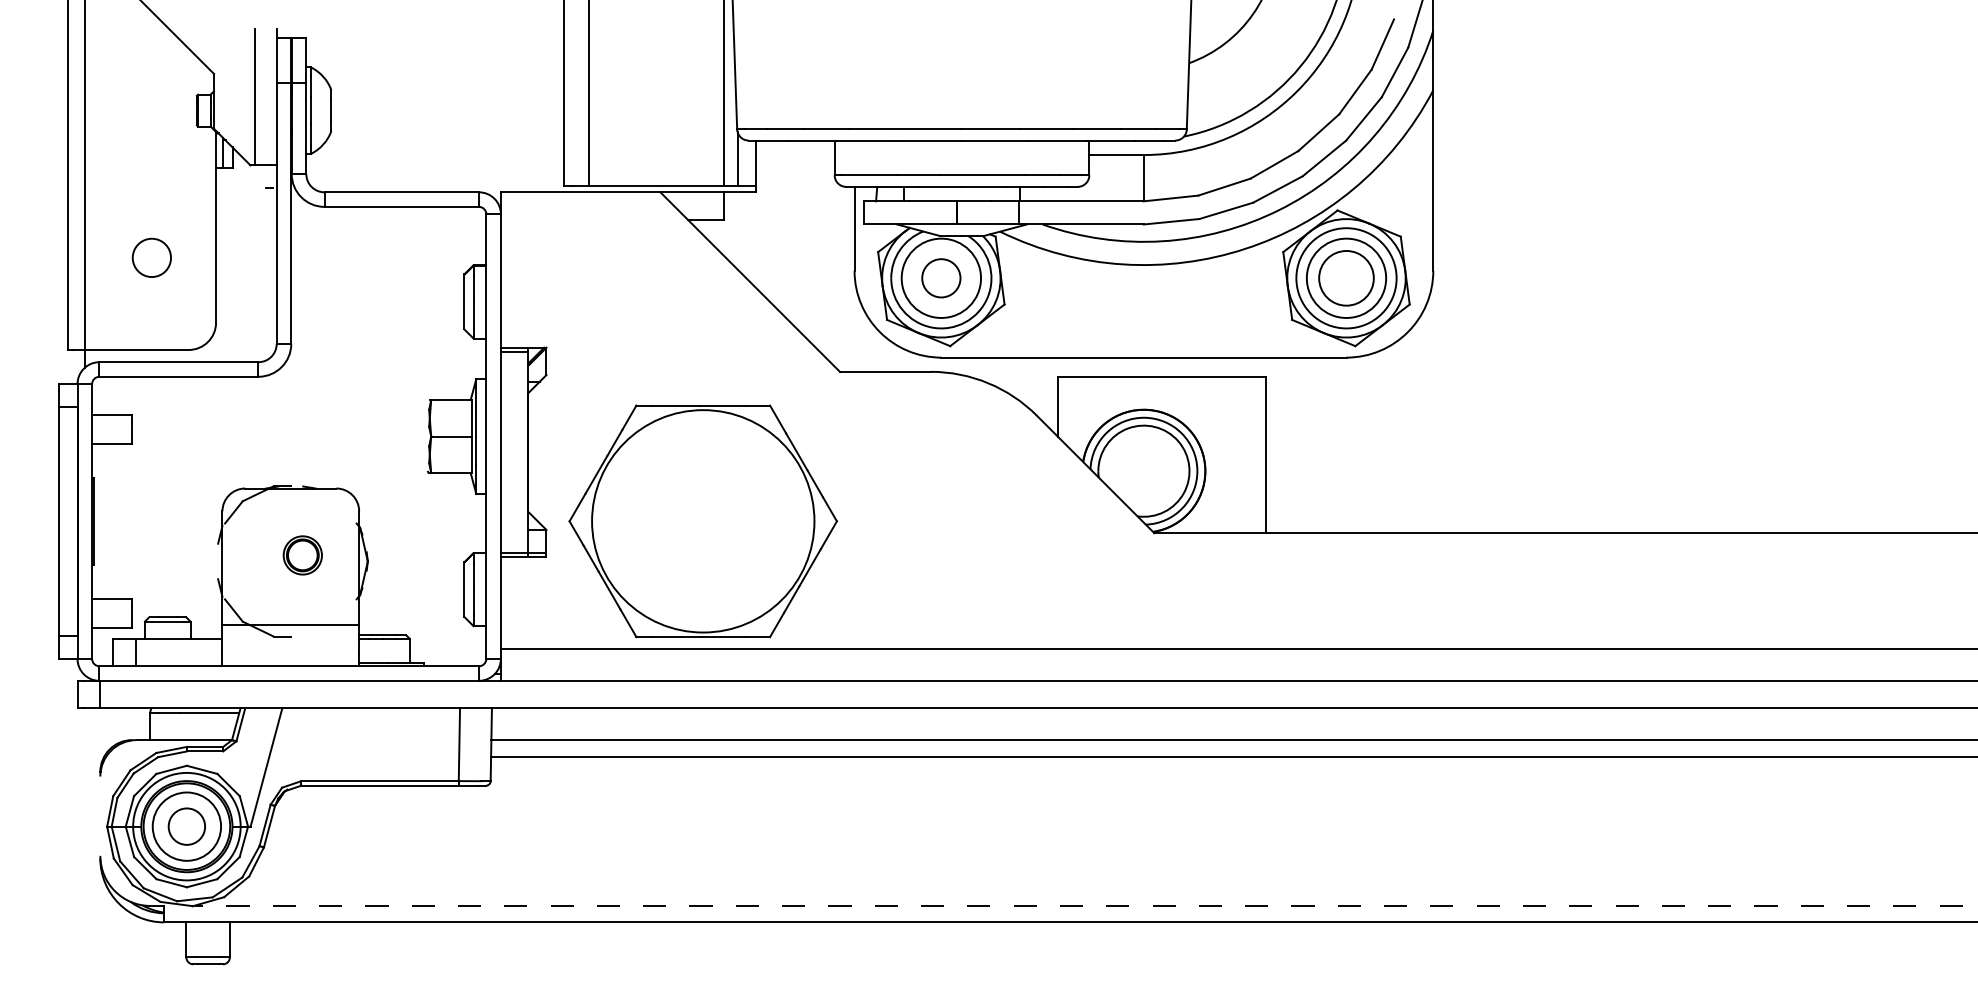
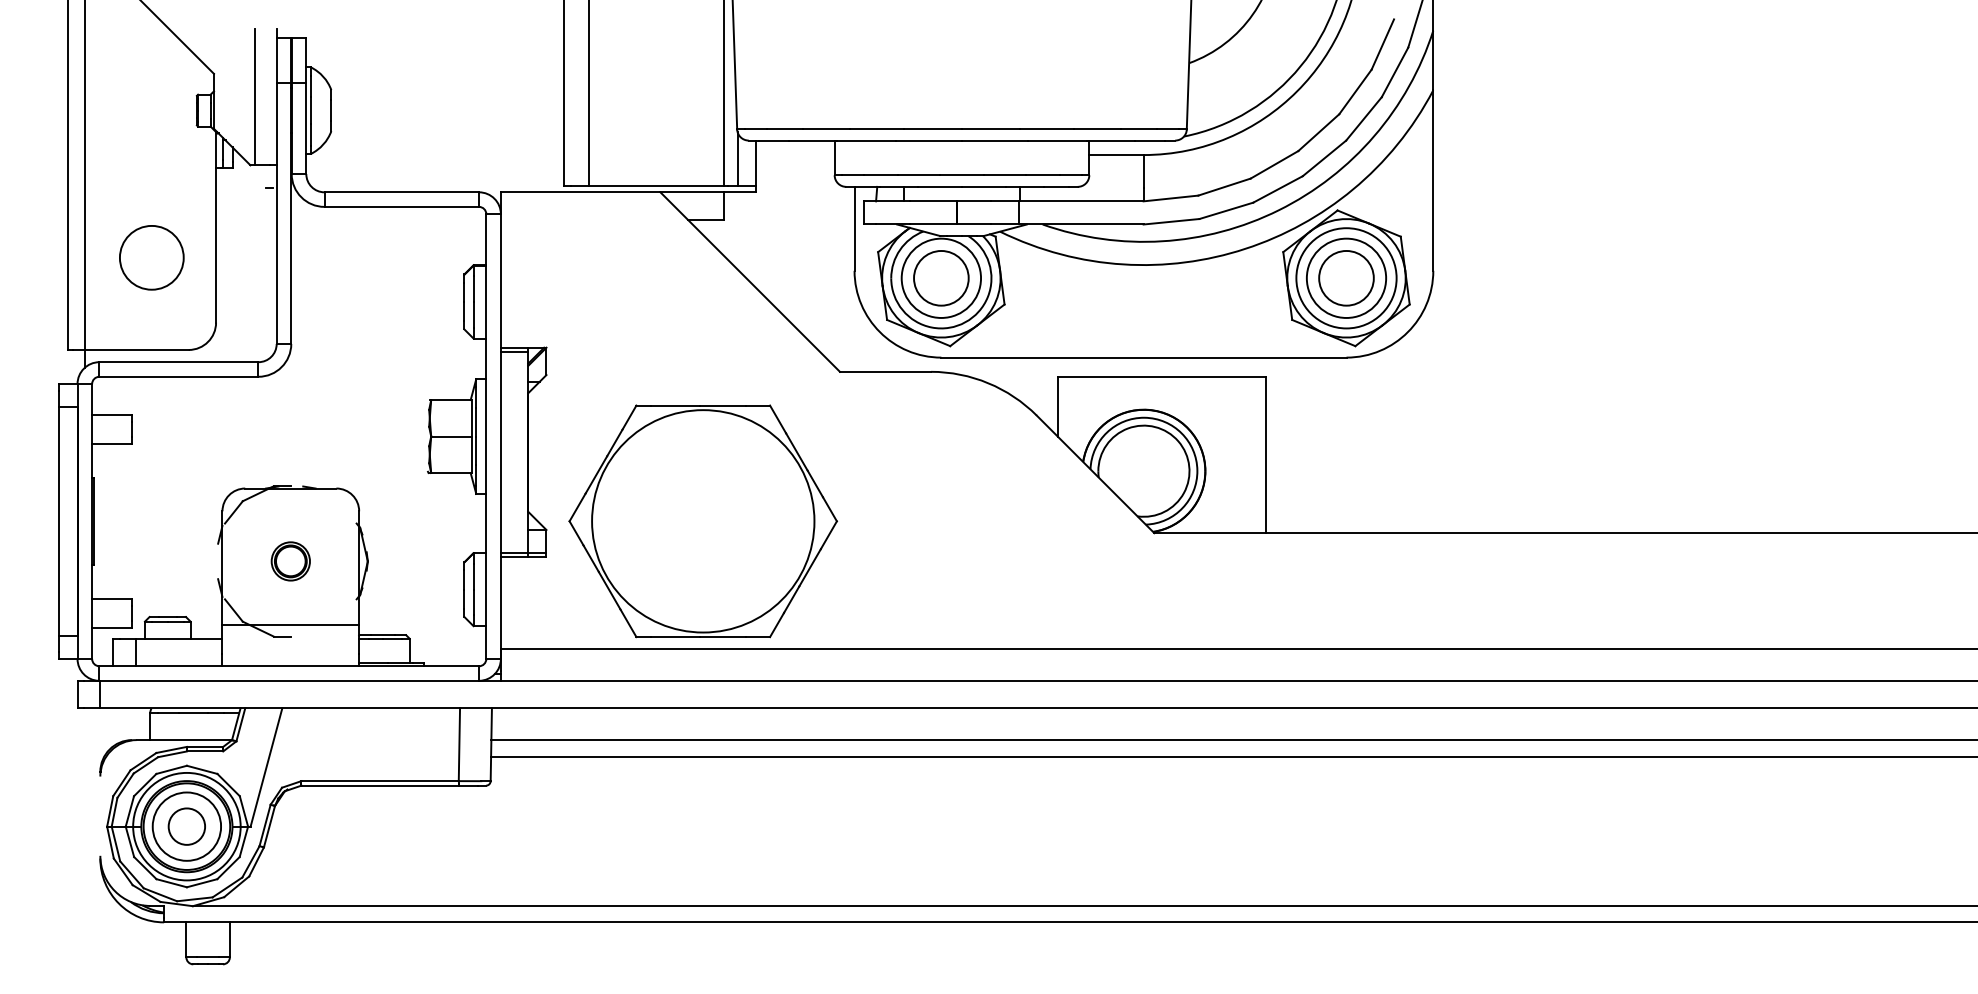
circle at (151, 257) size: 41x41 px -> 66x66 px
circle at (941, 278) diameter: 38 px -> 55 px
part at (302, 555) position: (302, 555) -> (290, 561)
line at (1086, 905): dashed -> solid
